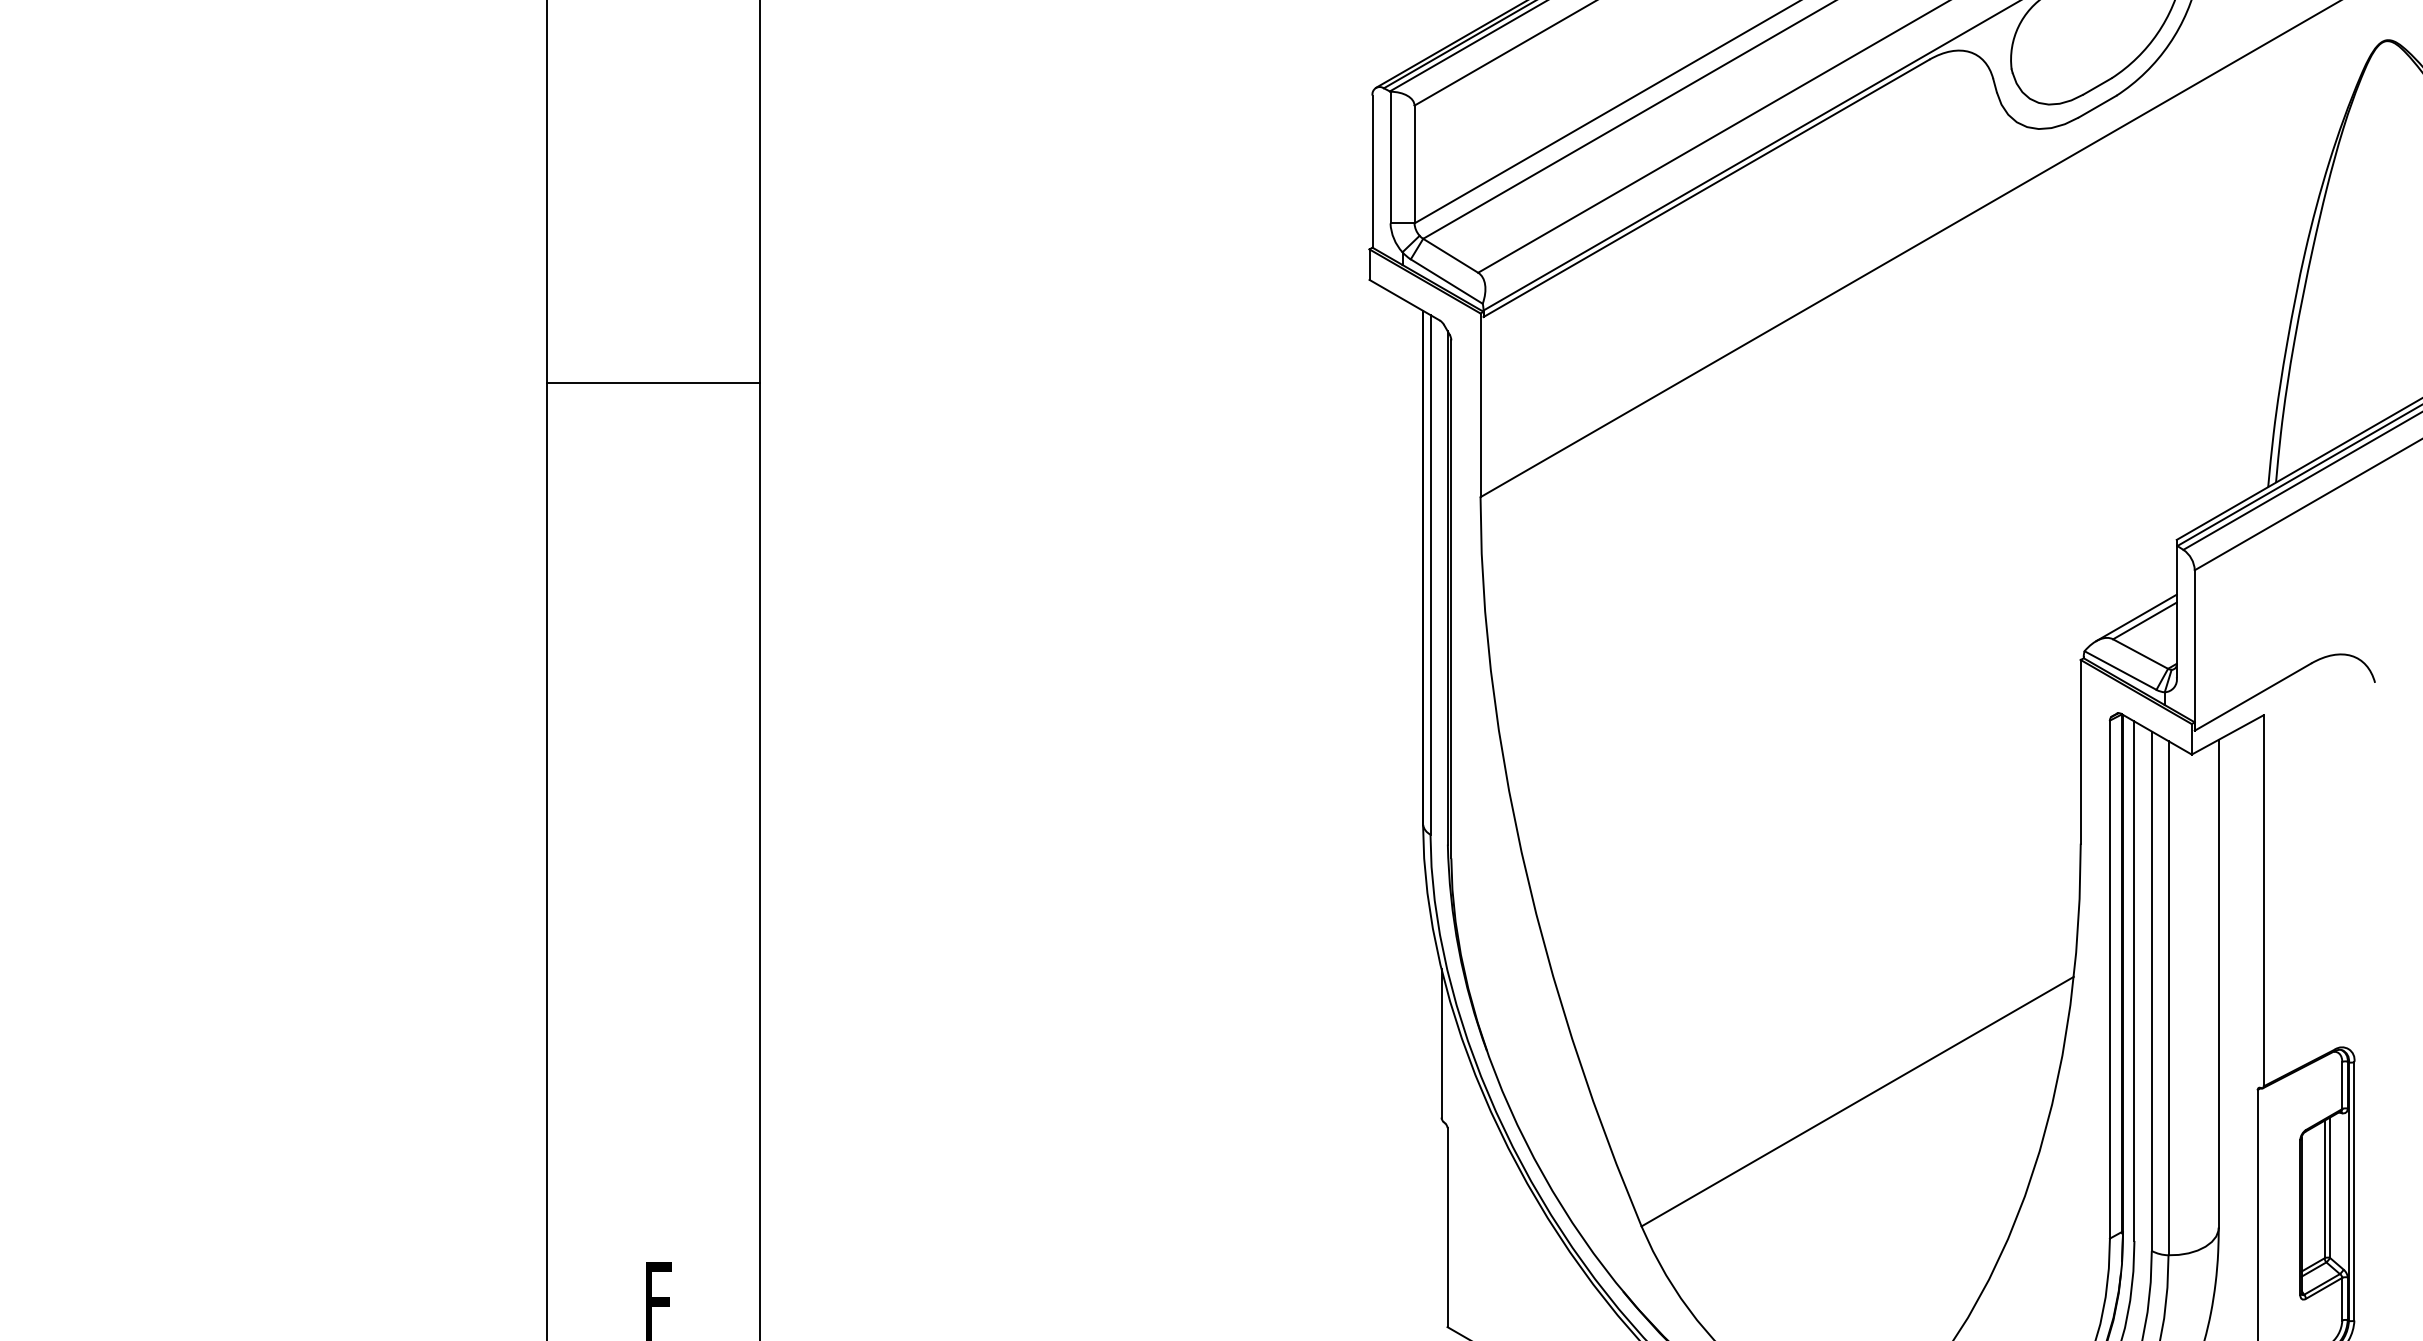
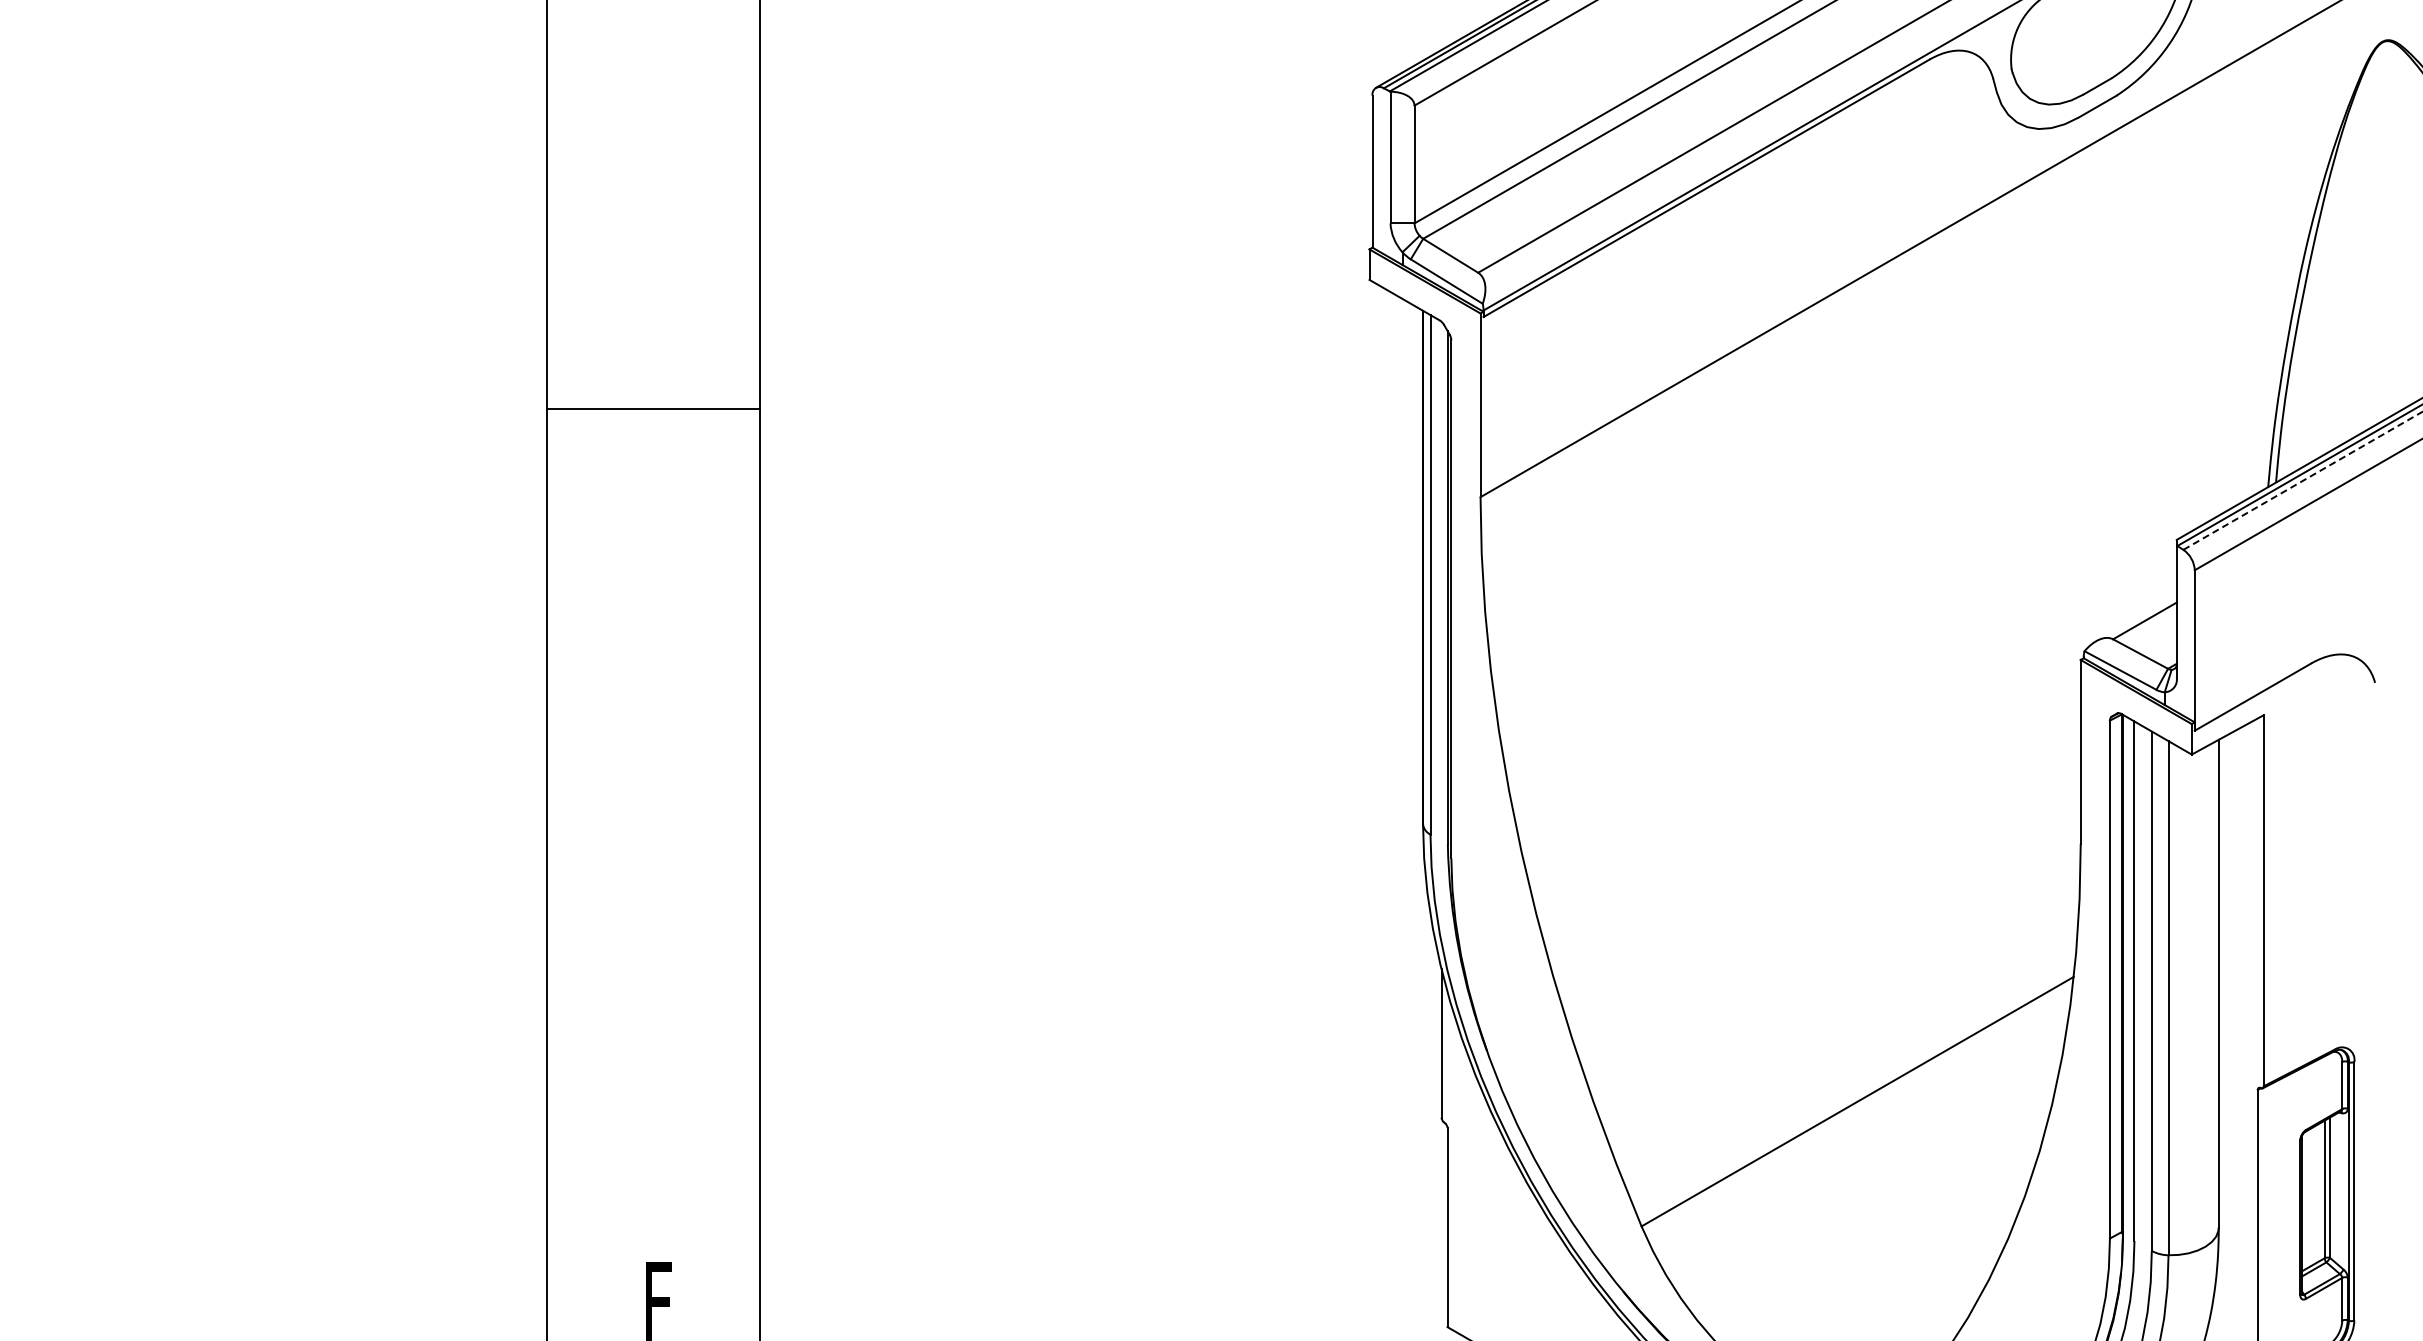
line at (653, 382) position: (653, 382) -> (653, 408)
line at (2302, 480): solid -> dashed
line at (2136, 617): present -> none
